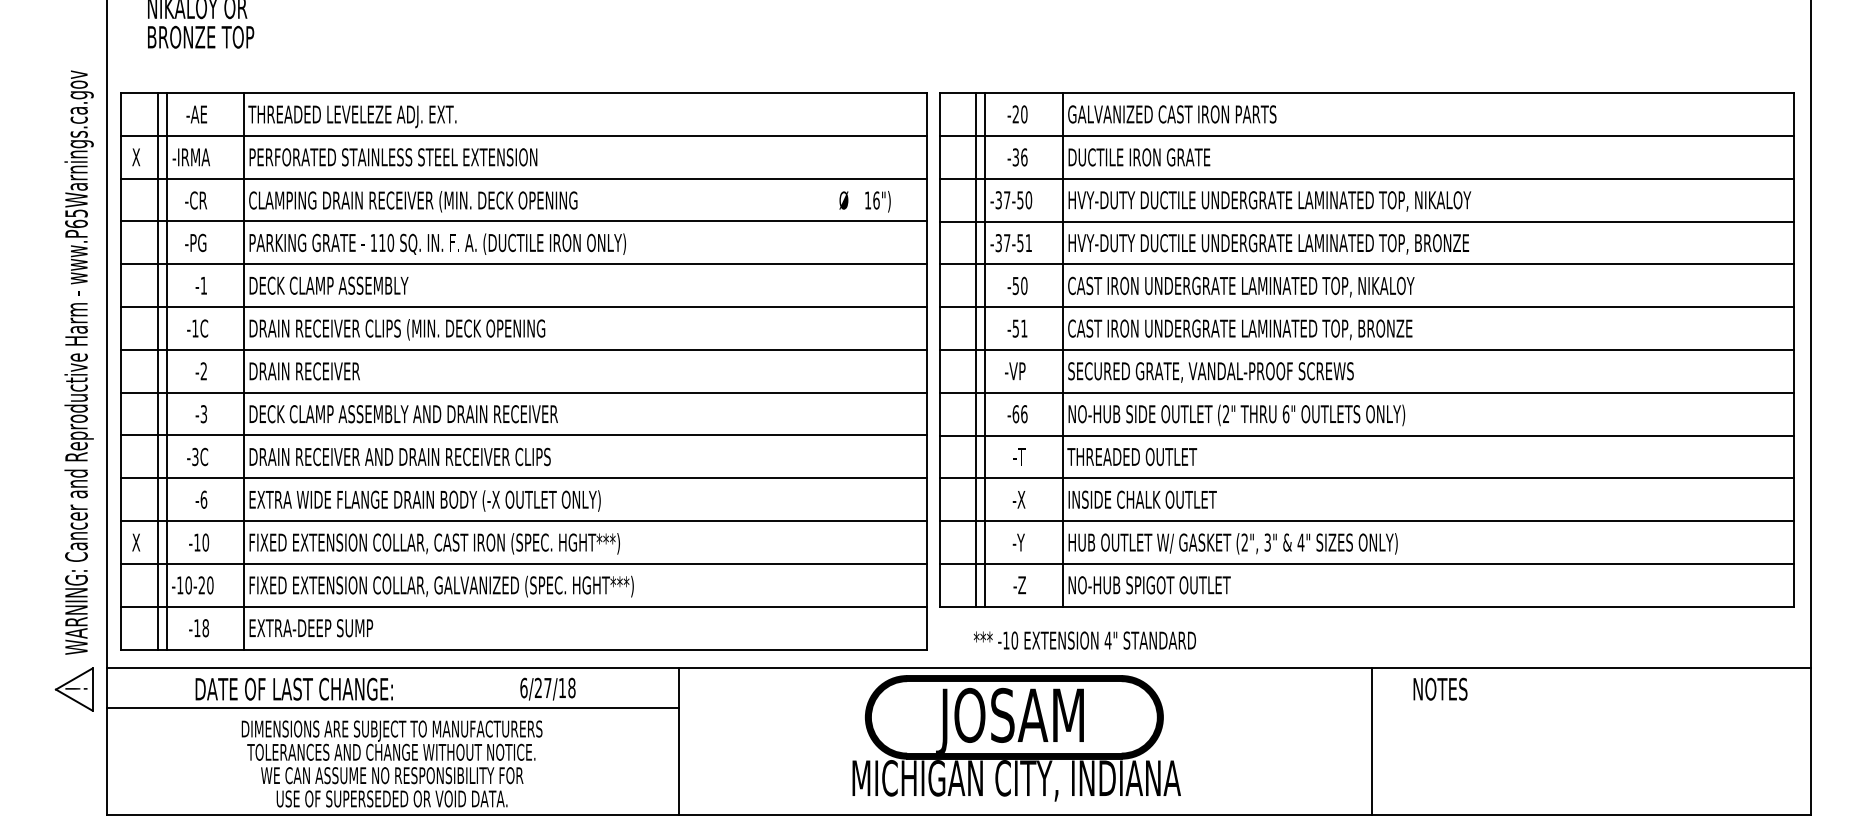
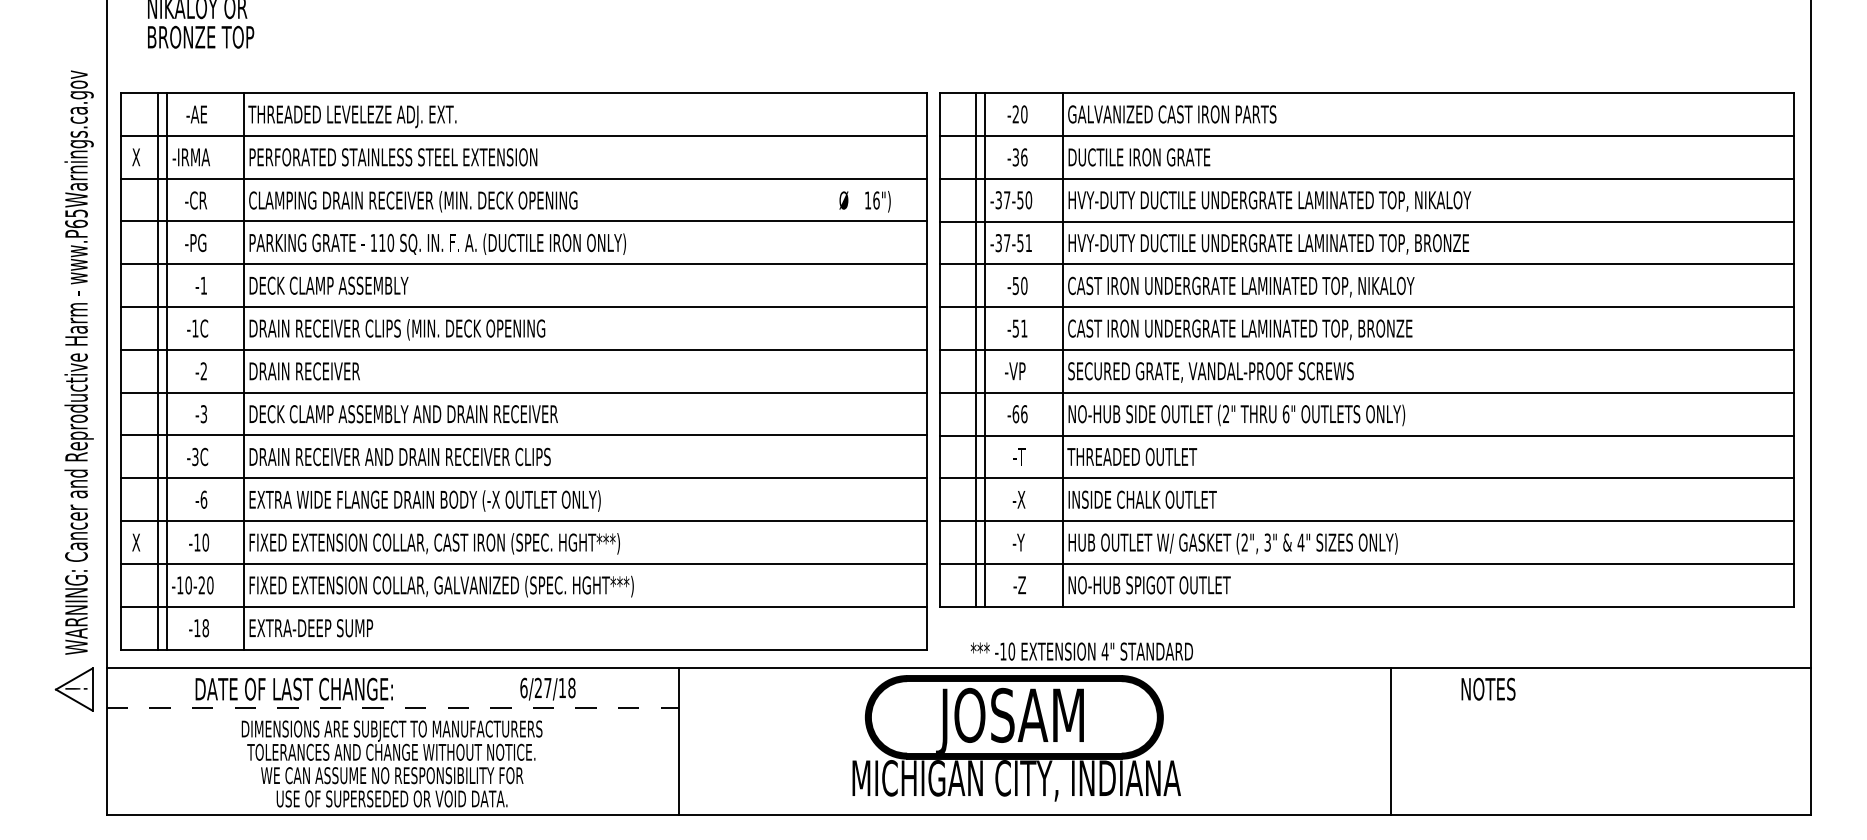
text at (1084, 640) position: (1084, 640) -> (1081, 651)
text at (1440, 688) position: (1440, 688) -> (1488, 688)
line at (393, 708): solid -> dashed
line at (1371, 741) position: (1371, 741) -> (1390, 741)
